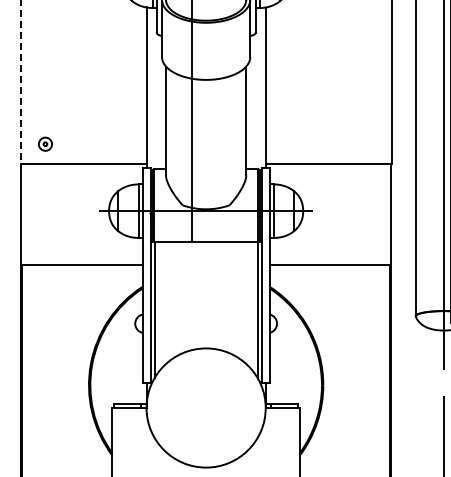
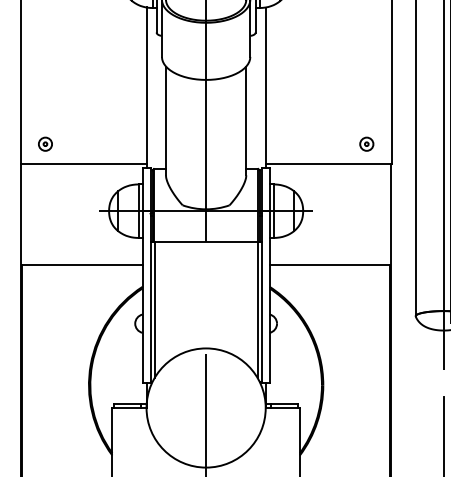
line at (20, 82): dashed -> solid
line at (192, 121) position: (192, 121) -> (206, 121)
part at (366, 143): none -> present
line at (206, 413): none -> present
